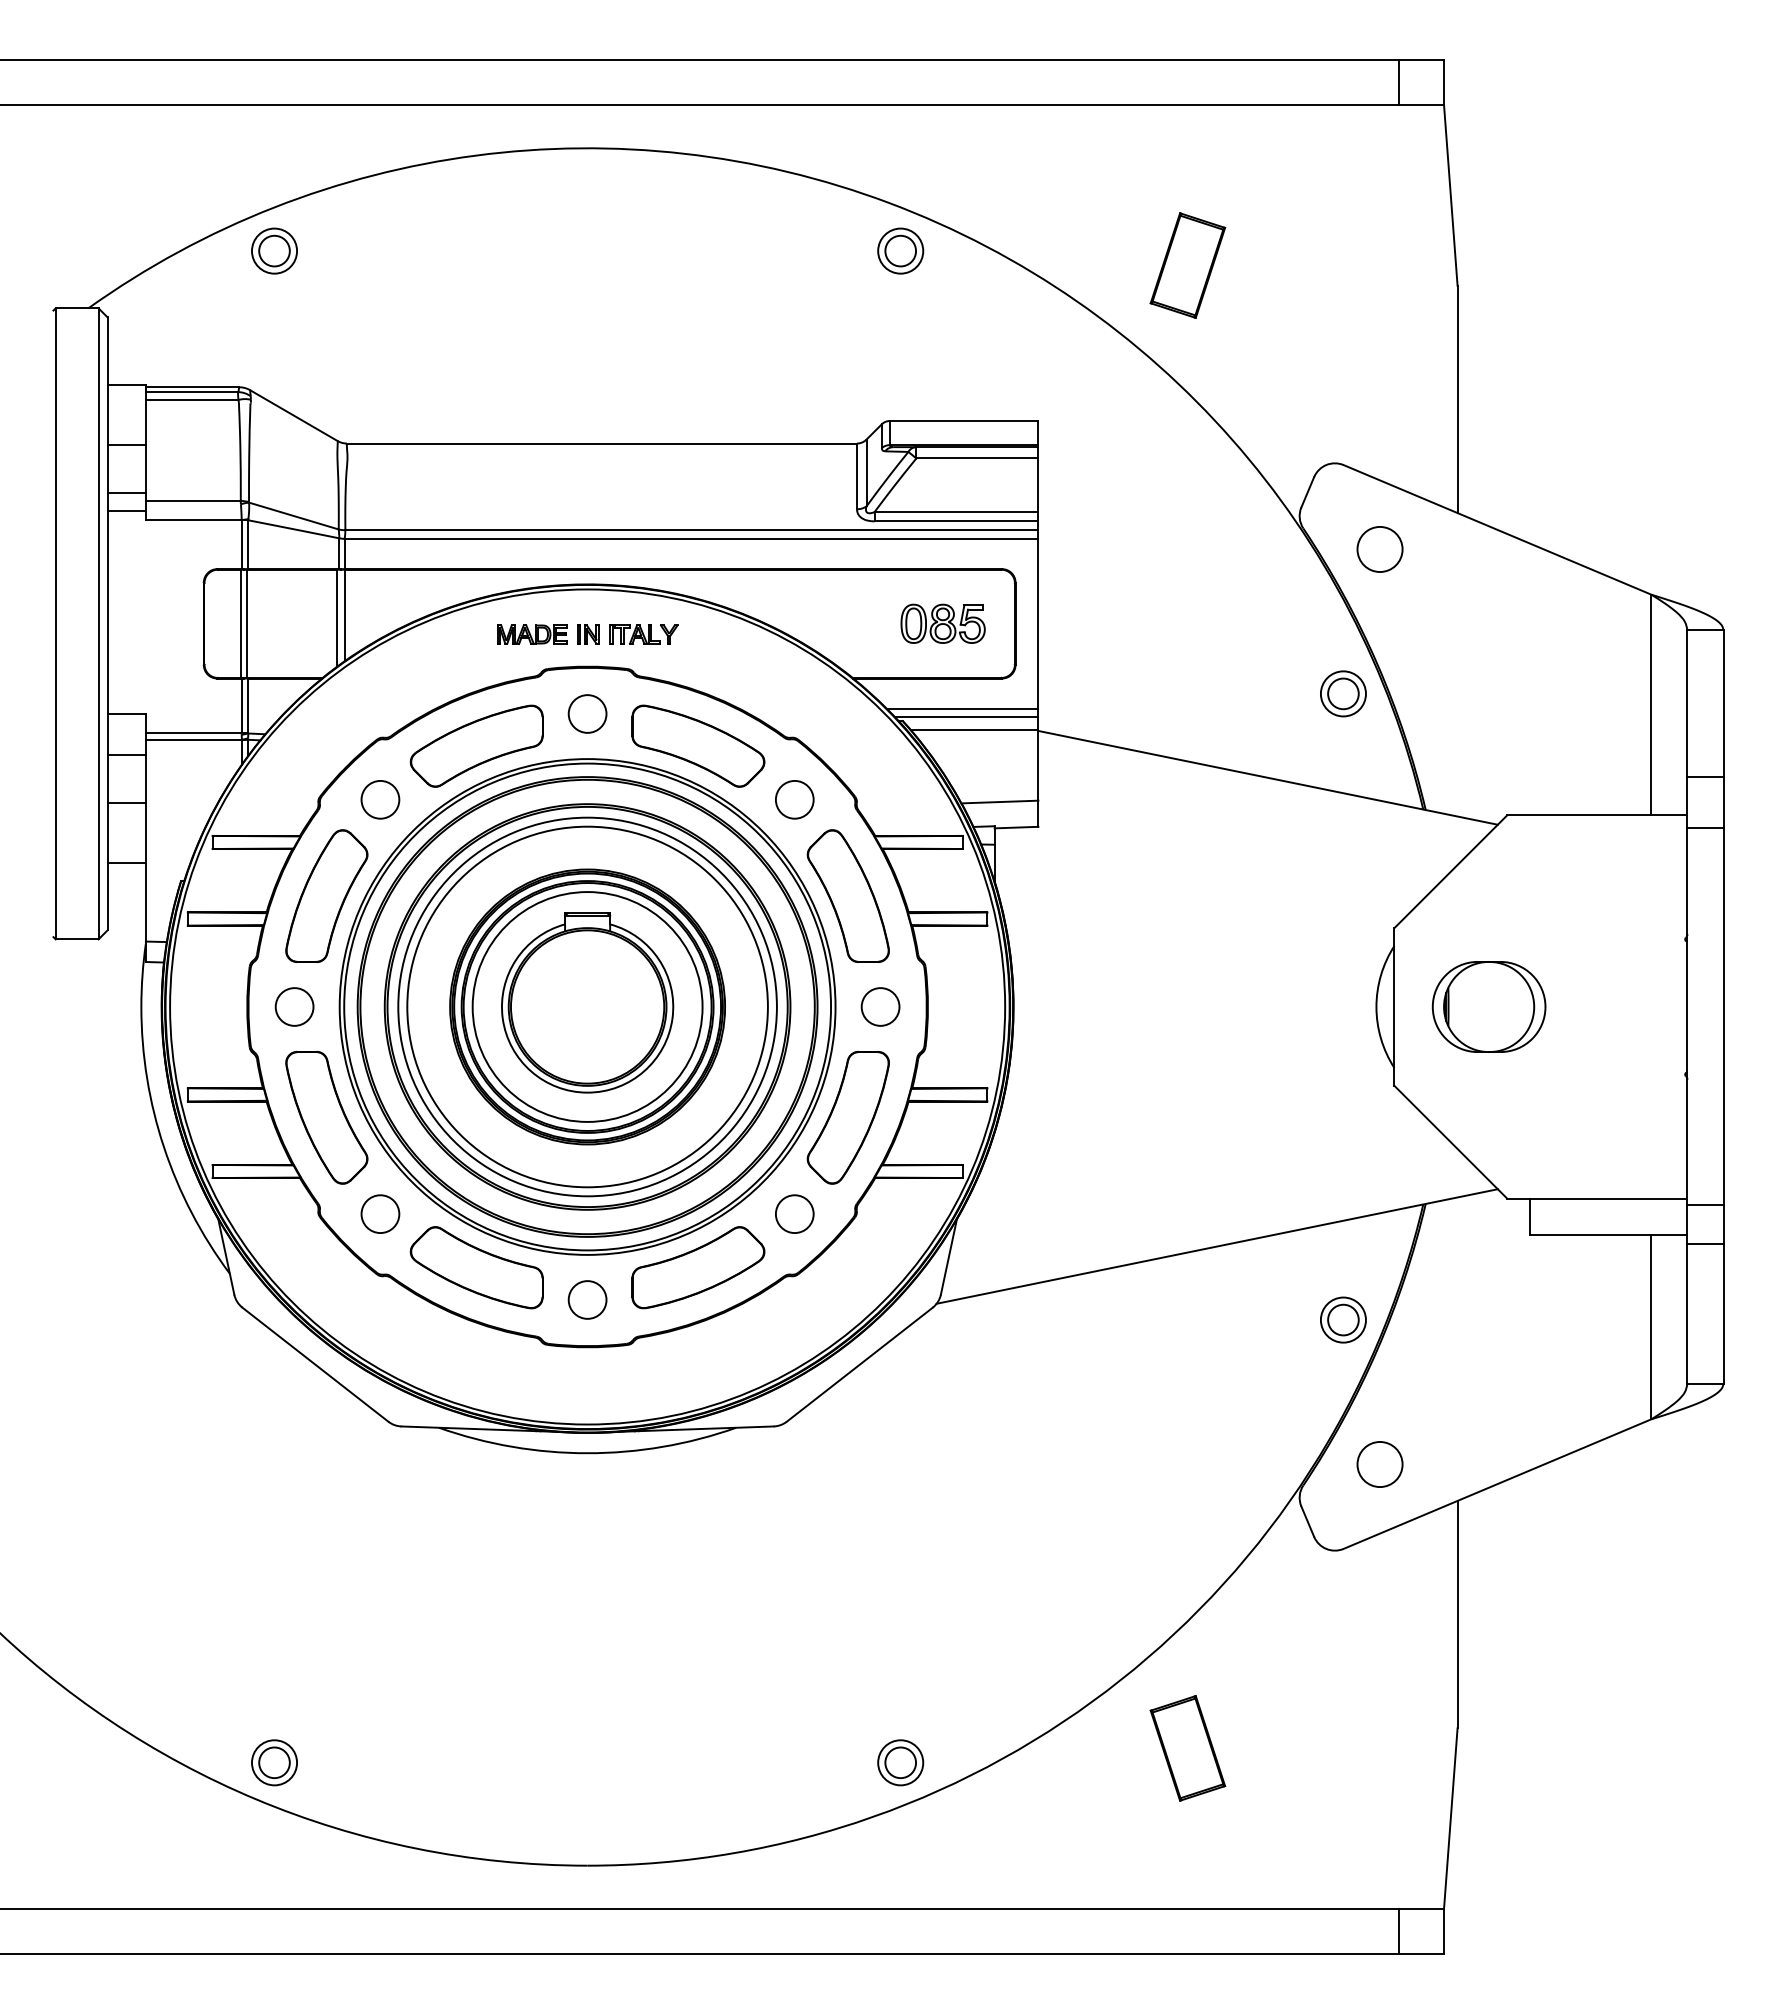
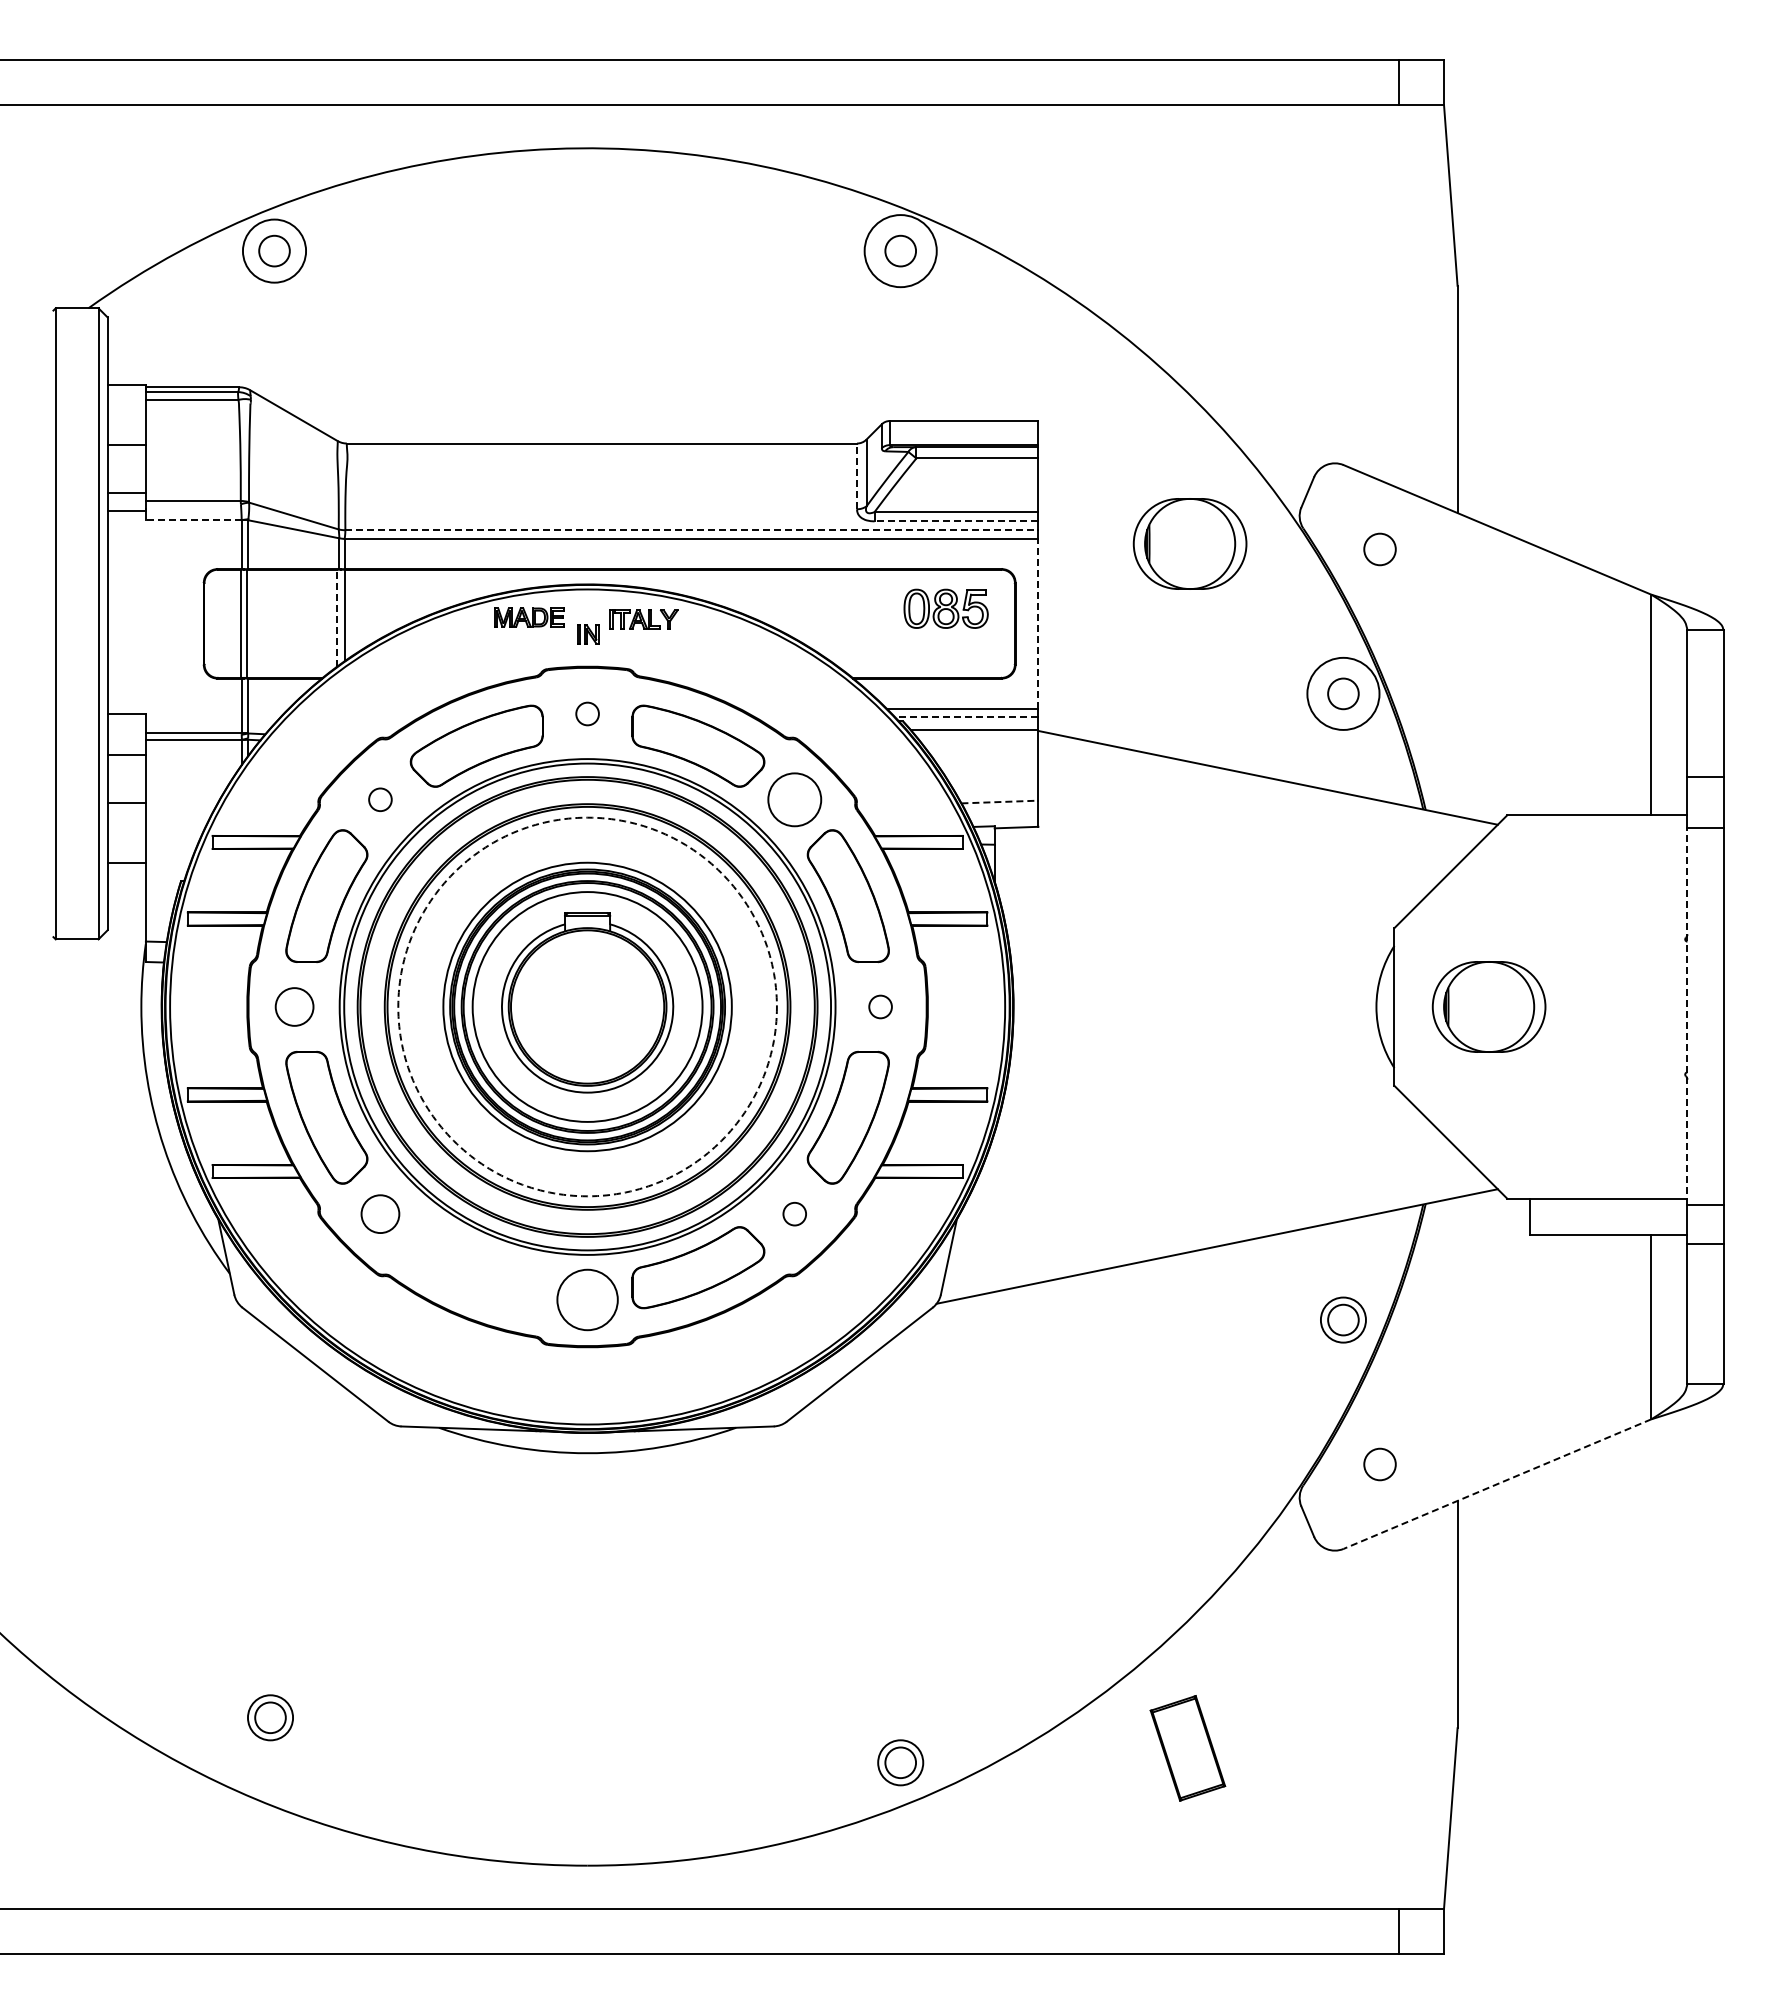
circle at (274, 250) diameter: 45 px -> 63 px
circle at (900, 250) diameter: 45 px -> 72 px
part at (1187, 265): present -> none
line at (856, 476): solid -> dashed
line at (193, 520): solid -> dashed
line at (956, 521): solid -> dashed
line at (692, 530): solid -> dashed
part at (1189, 543): none -> present
circle at (1379, 549) diameter: 45 px -> 32 px
line at (337, 617): solid -> dashed
part at (942, 623) position: (942, 623) -> (945, 608)
line at (1038, 623): solid -> dashed
part at (532, 634) position: (532, 634) -> (529, 617)
part at (643, 634) position: (643, 634) -> (643, 619)
circle at (1342, 693) diameter: 45 px -> 72 px
circle at (587, 713) diameter: 38 px -> 23 px
line at (966, 717): solid -> dashed
circle at (380, 799) diameter: 38 px -> 23 px
circle at (794, 799) diameter: 38 px -> 53 px
line at (999, 802): solid -> dashed
circle at (587, 1006) diameter: 361 px -> 288 px
circle at (587, 1006): solid -> dashed
circle at (880, 1006) diameter: 38 px -> 23 px
line at (1687, 1016): solid -> dashed
circle at (794, 1214) diameter: 38 px -> 23 px
part at (476, 1267): present -> none
circle at (587, 1299) diameter: 38 px -> 60 px
circle at (1379, 1464) diameter: 45 px -> 32 px
line at (1497, 1484): solid -> dashed
part at (274, 1762) position: (274, 1762) -> (270, 1717)
